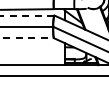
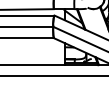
line at (27, 15): dashed -> solid
line at (27, 38): dashed -> solid
